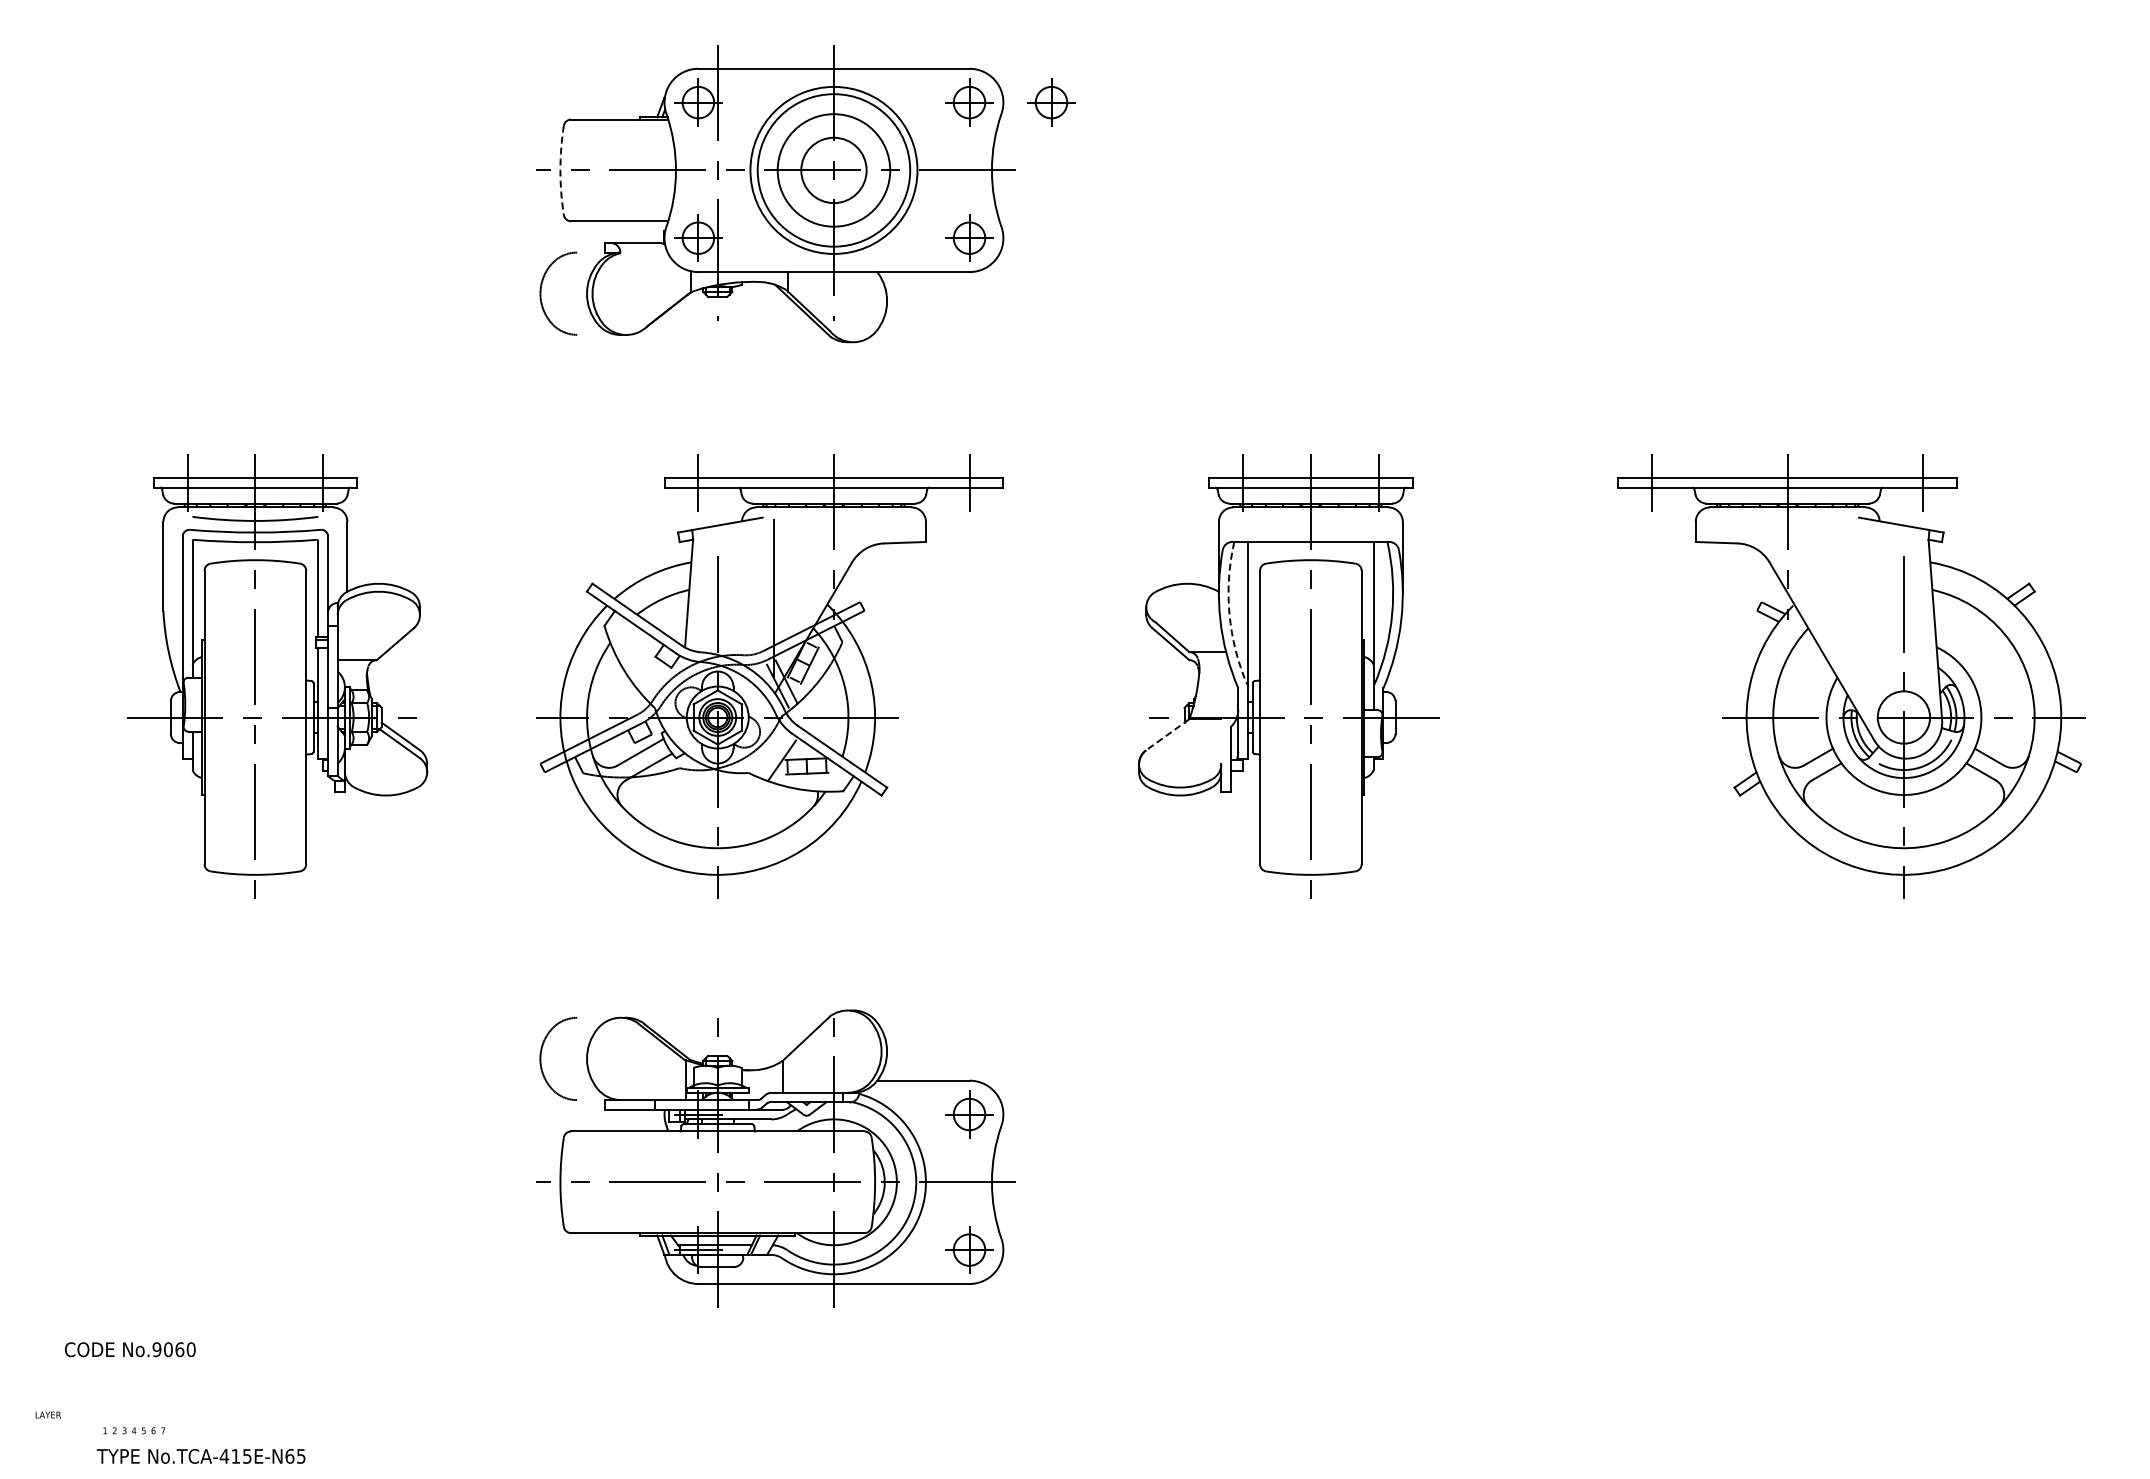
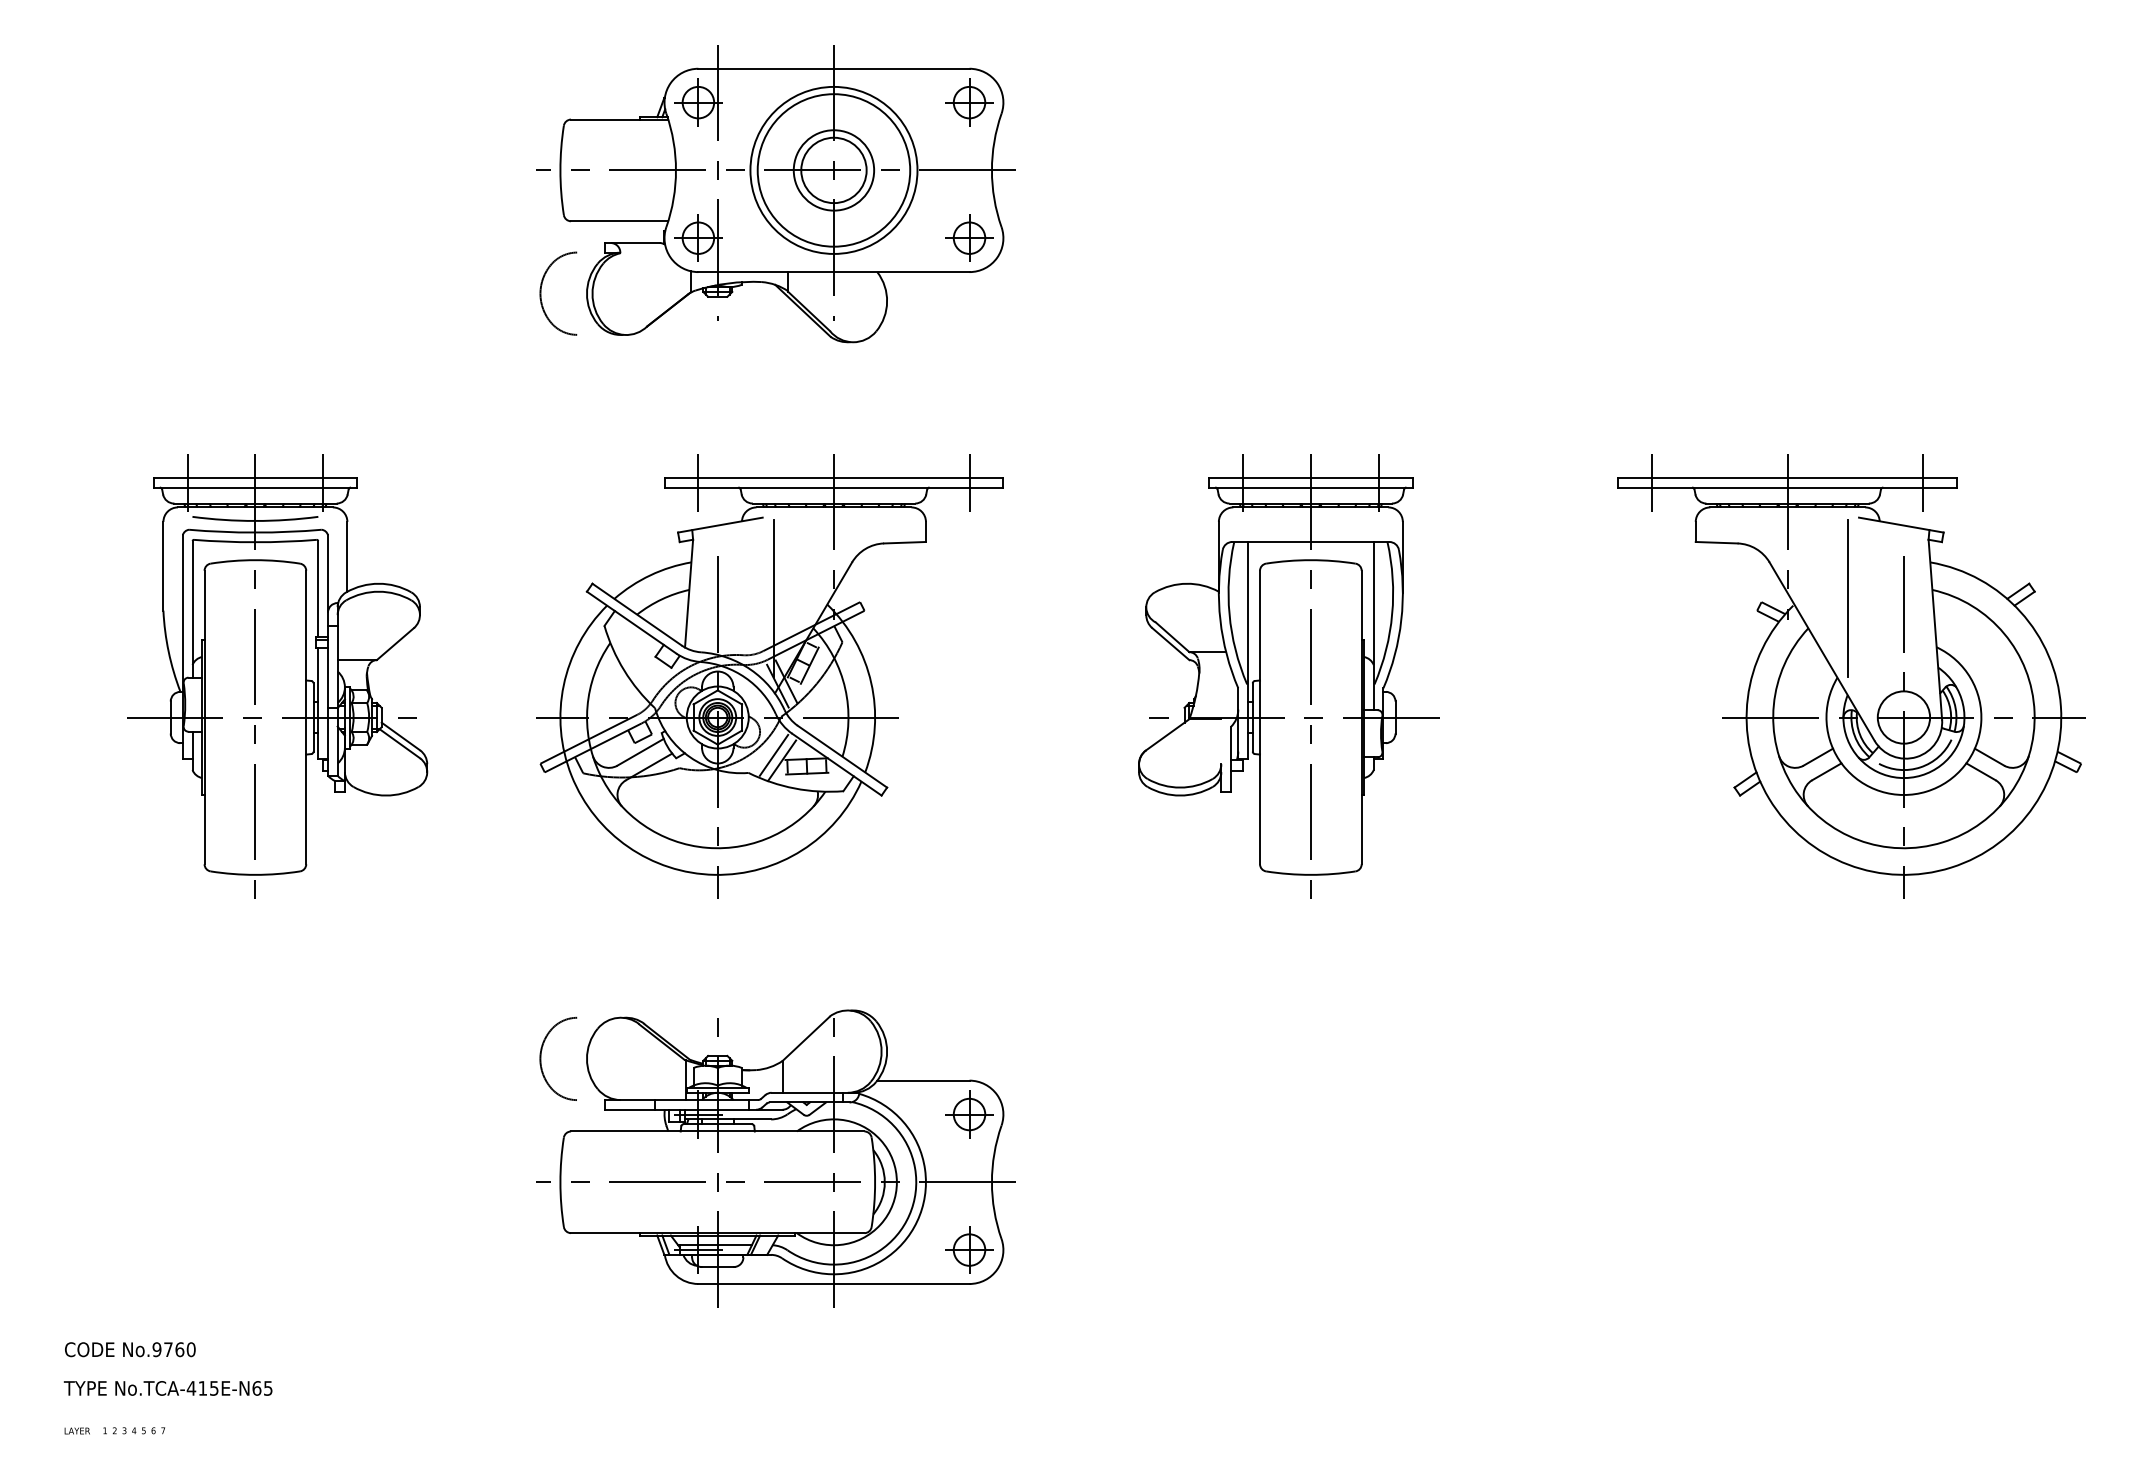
part at (1051, 102): present -> none
arc at (560, 170): dashed -> solid
circle at (833, 170) diameter: 113 px -> 80 px
line at (1847, 598): none -> present
arc at (1229, 614): dashed -> solid
line at (1167, 734): dashed -> solid
line at (773, 754): none -> present
text at (168, 1349): No.9060 -> No.9760
text at (47, 1414) position: (47, 1414) -> (76, 1430)
text at (200, 1456) position: (200, 1456) -> (167, 1388)
